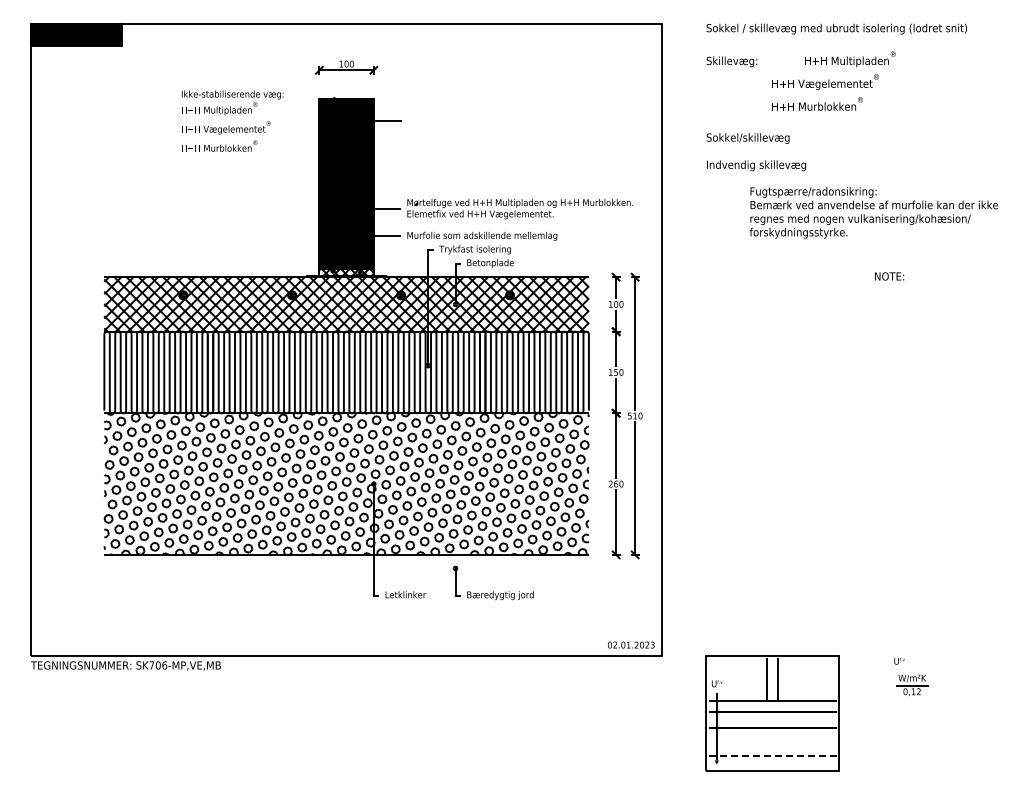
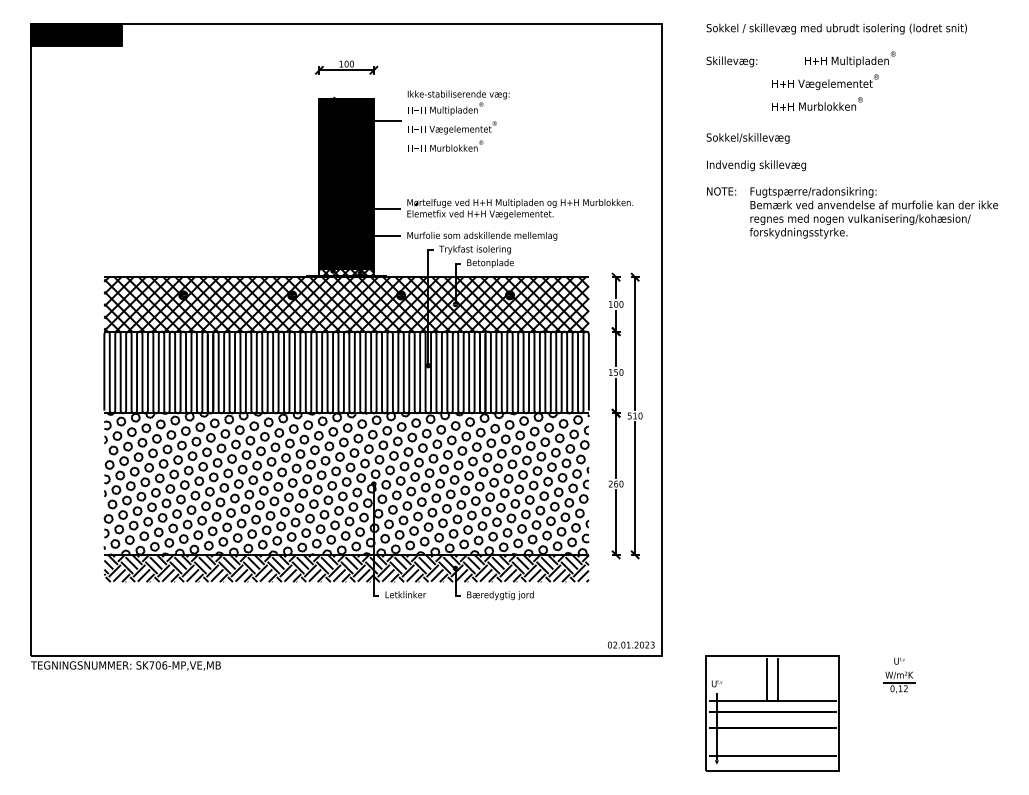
text at (232, 120) position: (232, 120) -> (458, 120)
text at (889, 276) position: (889, 276) -> (721, 191)
hatch at (346, 568): none -> present
part at (912, 685) position: (912, 685) -> (899, 682)
line at (772, 756): dashed -> solid
